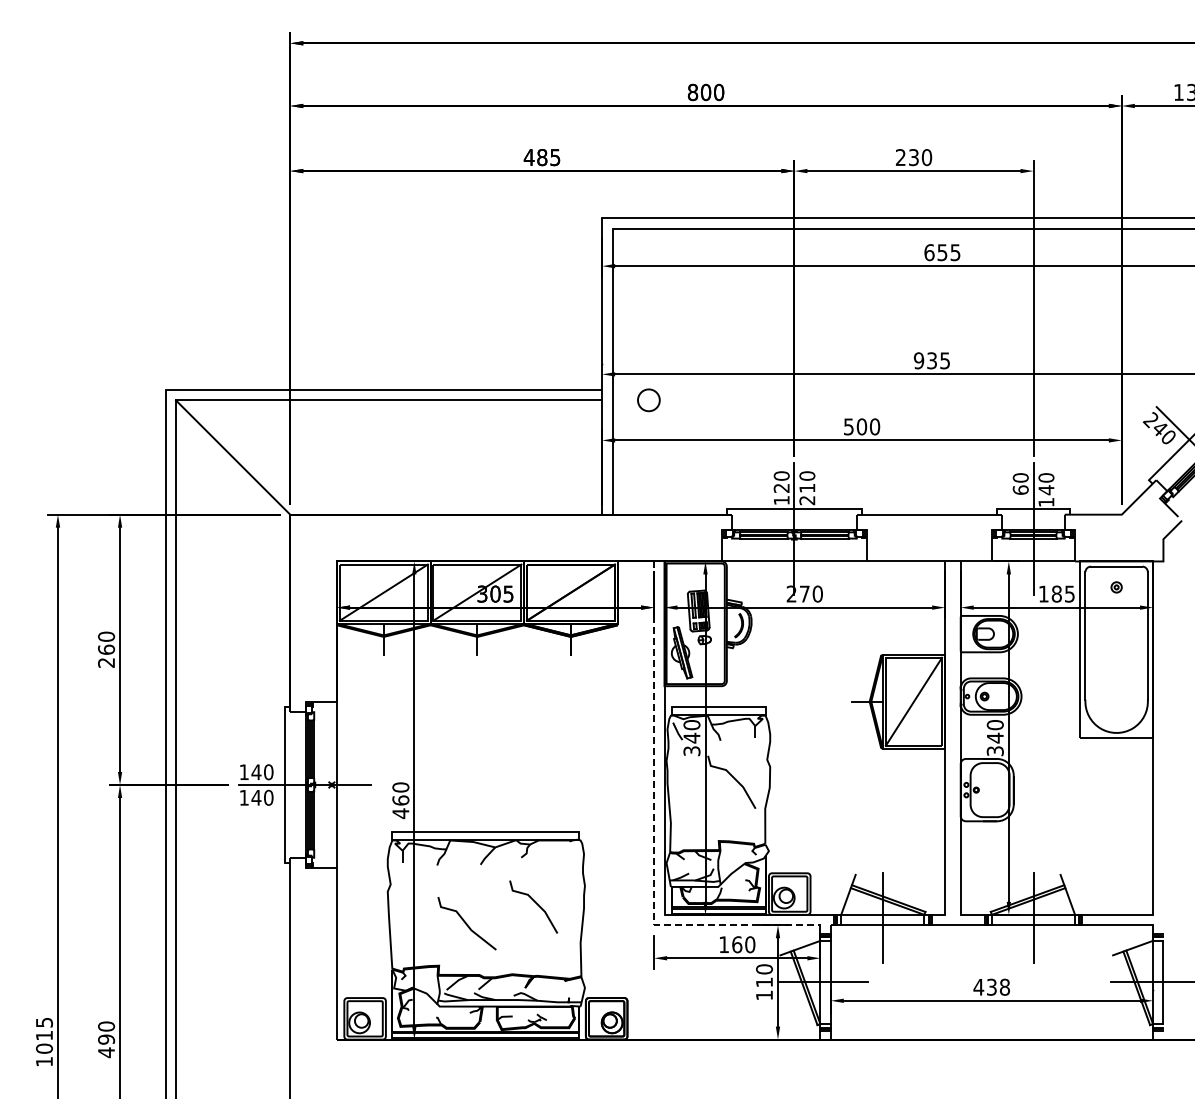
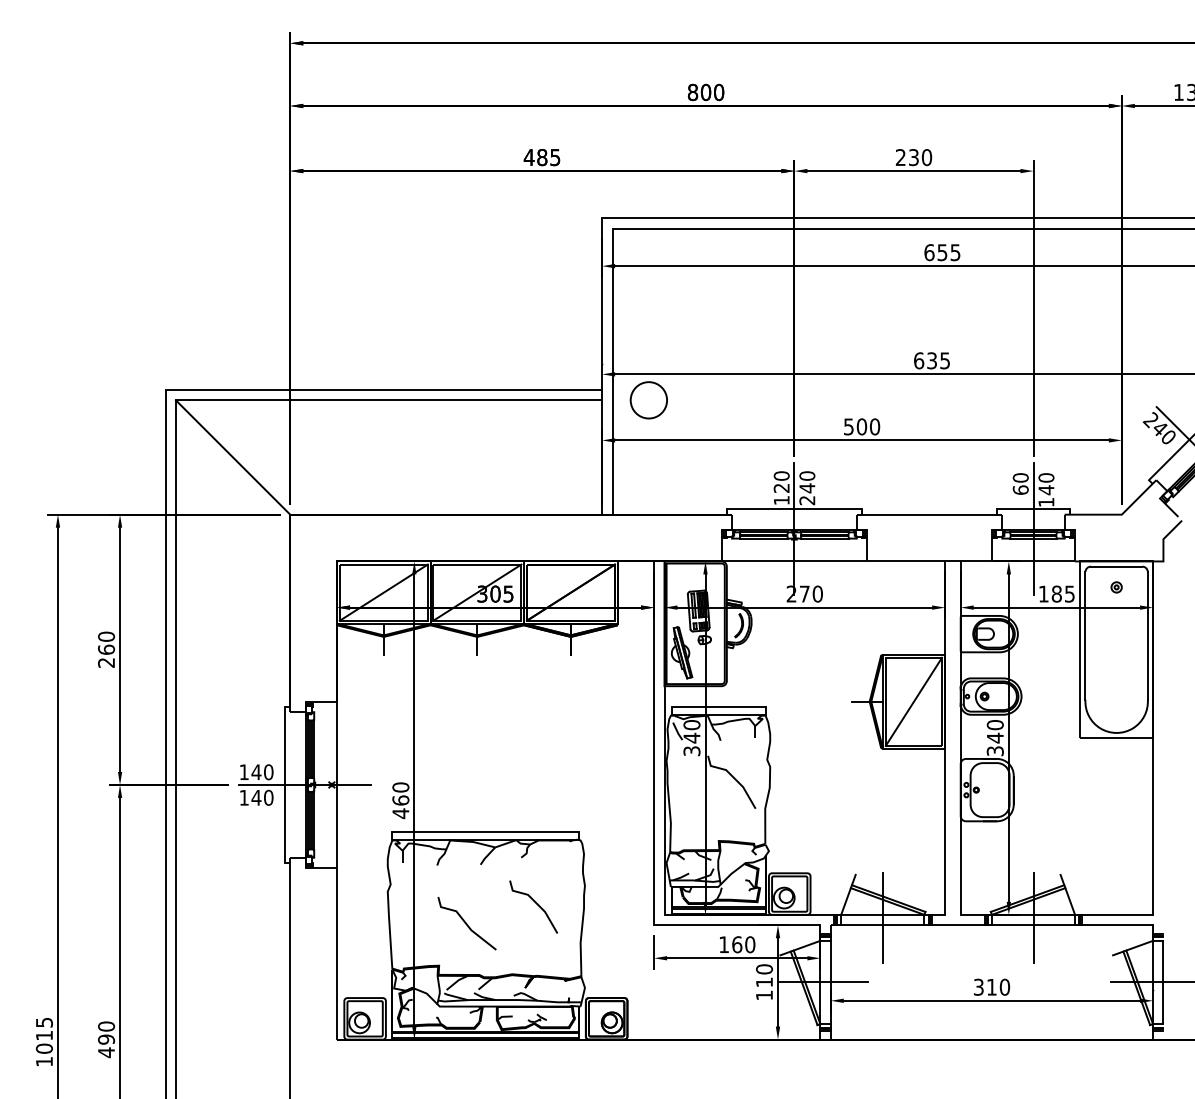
text at (918, 360): 935 -> 635
circle at (648, 400) diameter: 22 px -> 36 px
text at (807, 488): 210 -> 240
line at (654, 827): dashed -> solid
text at (991, 986): 438 -> 310
